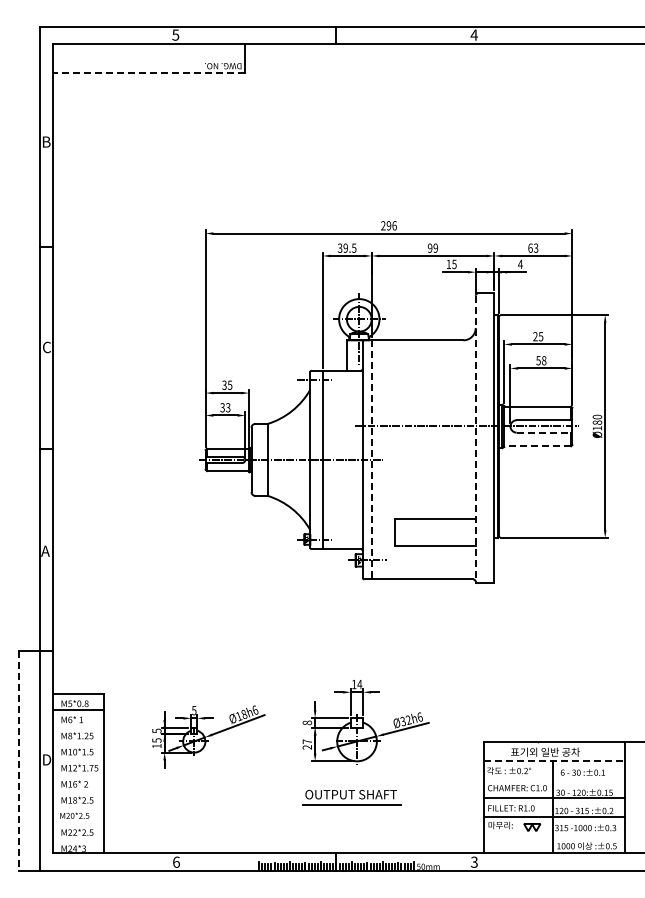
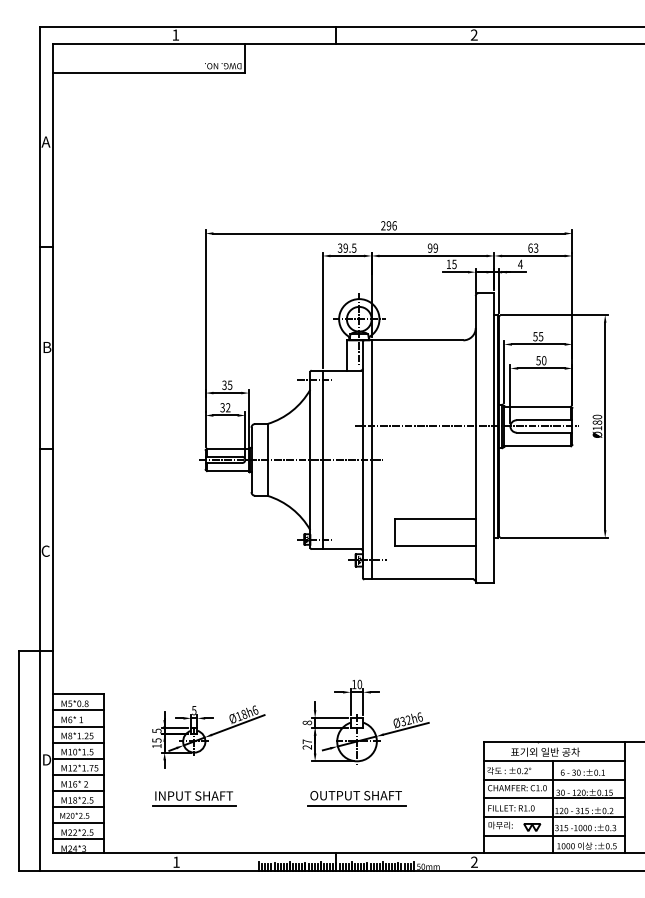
text at (175, 34): 5 -> 1
text at (473, 34): 4 -> 2
line at (149, 73): dashed -> solid
text at (45, 141): B -> A
text at (535, 336): 25 -> 55
text at (47, 347): C -> B
text at (544, 360): 58 -> 50
text at (228, 408): 33 -> 32
line at (544, 432): dashed -> solid
line at (475, 438): dashed -> solid
line at (537, 446): dashed -> solid
line at (371, 459): dashed -> solid
text at (45, 550): A -> C
text at (359, 684): 14 -> 10
line at (78, 726): none -> present
line at (78, 742): none -> present
line at (78, 758): none -> present
line at (554, 760): dashed -> solid
line at (19, 761): dashed -> solid
line at (78, 774): none -> present
line at (554, 779): none -> present
line at (78, 791): none -> present
part at (351, 797) position: (351, 797) -> (356, 798)
part at (194, 798): none -> present
line at (78, 807): none -> present
line at (78, 823): none -> present
line at (554, 835): none -> present
line at (78, 839): none -> present
text at (176, 861): 6 -> 1
text at (474, 862): 3 -> 2
